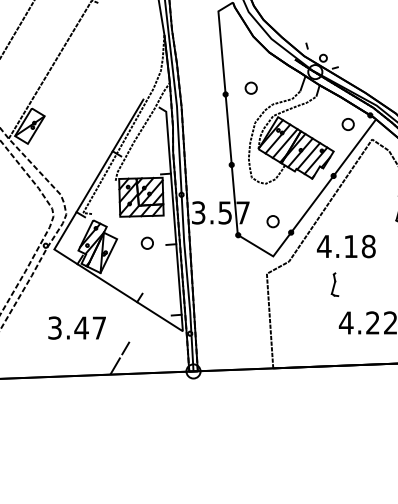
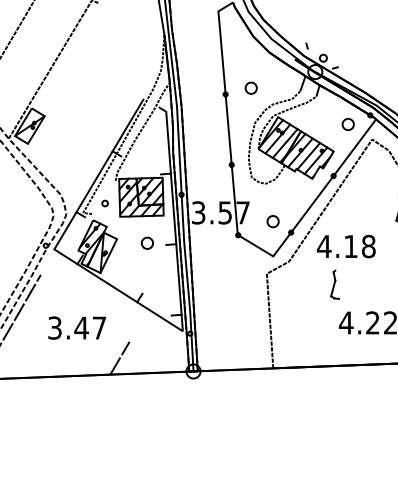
part at (104, 203): none -> present
part at (334, 284) size: 10x25 px -> 10x31 px
line at (21, 308): none -> present
